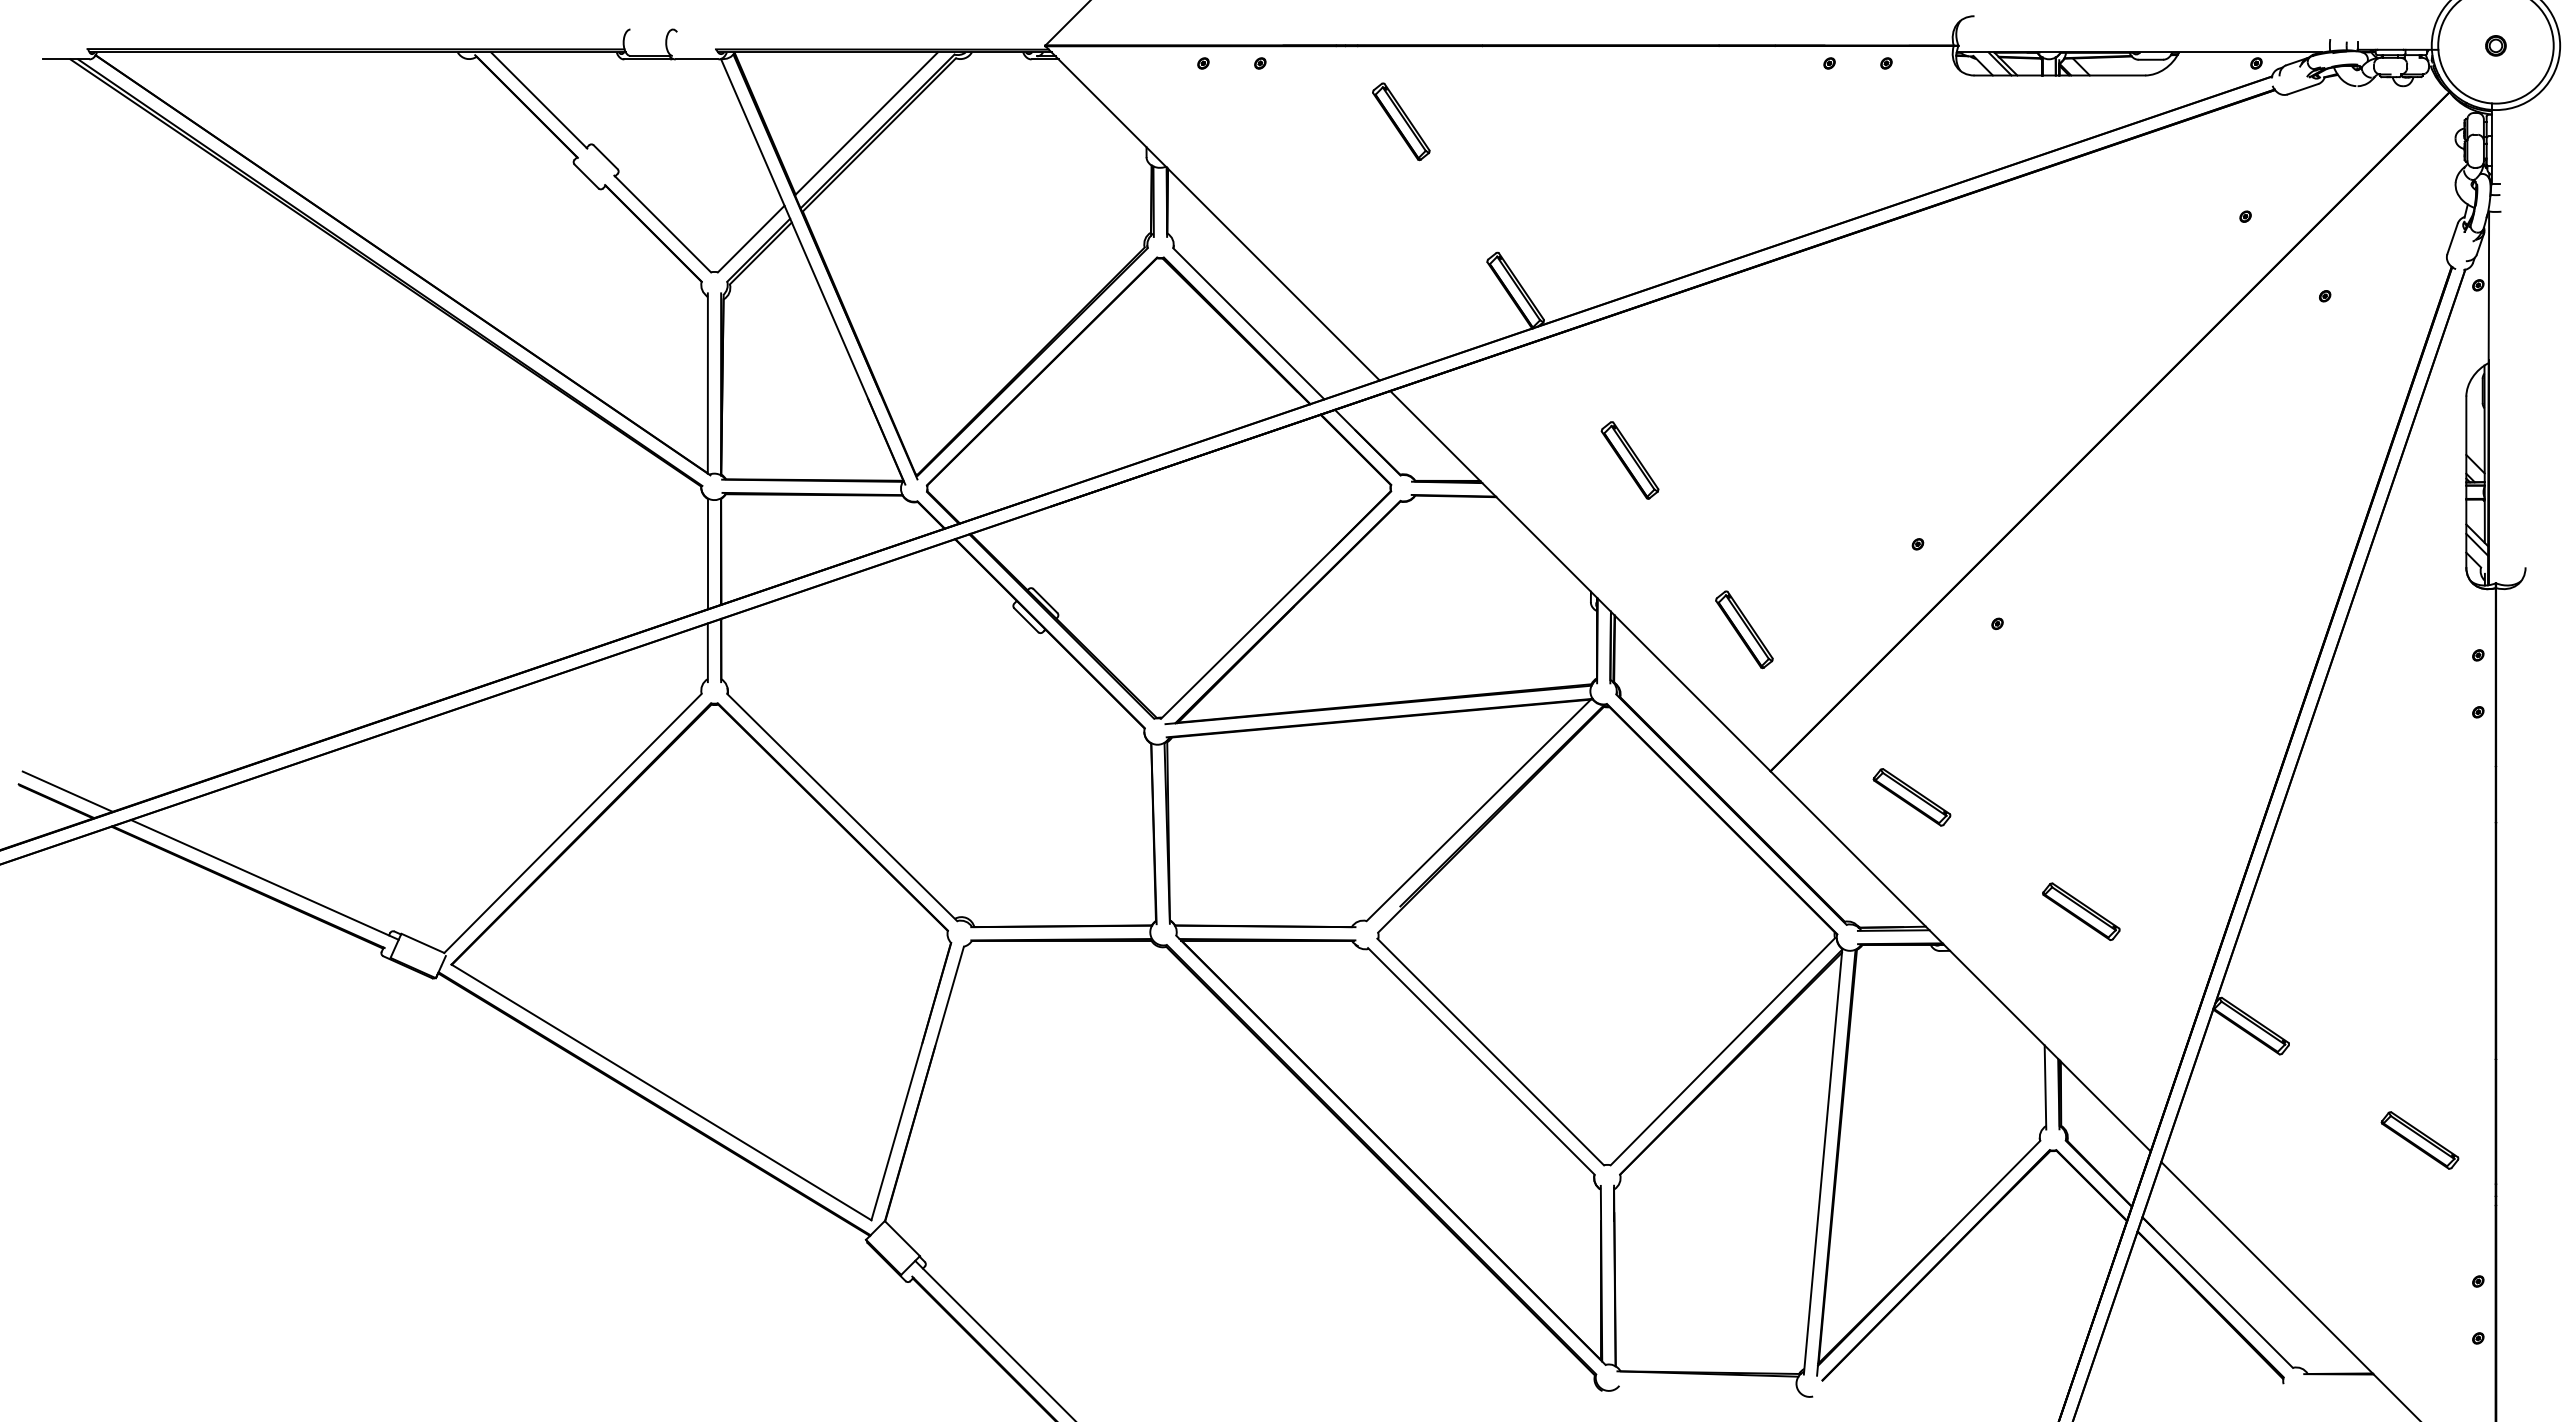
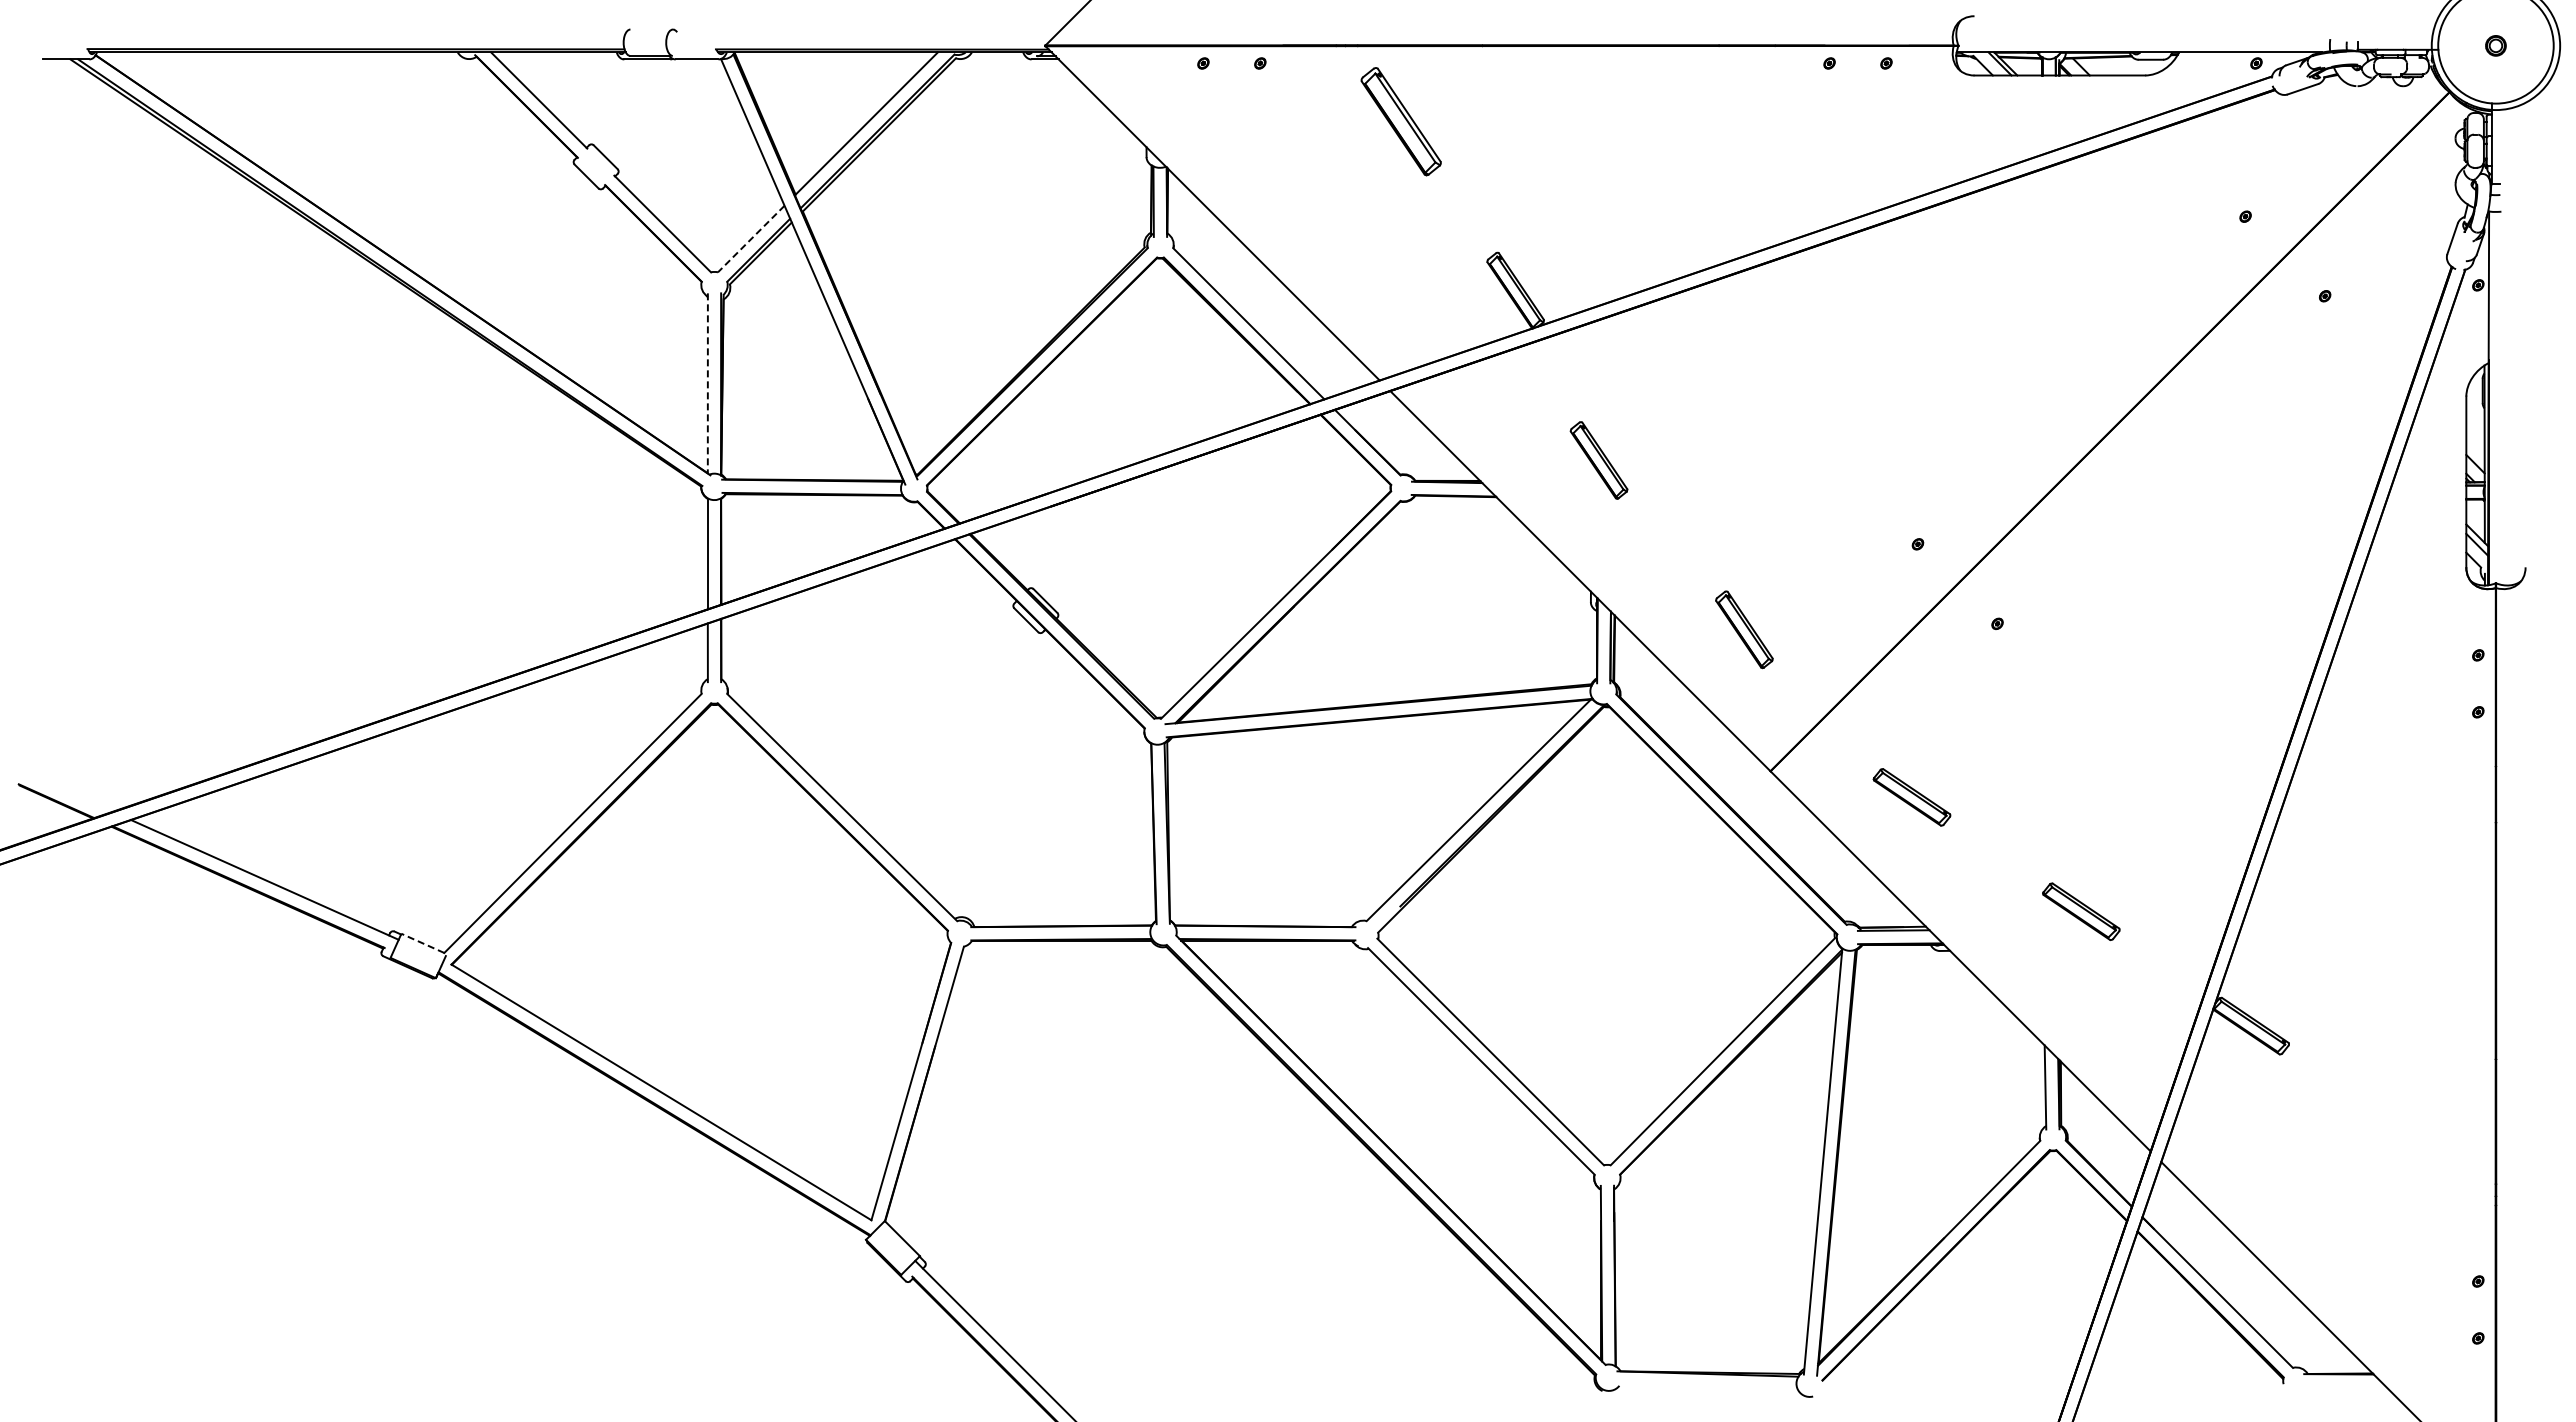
part at (1401, 121) size: 59x80 px -> 82x110 px
line at (750, 239): solid -> dashed
line at (707, 384): solid -> dashed
part at (1629, 460) position: (1629, 460) -> (1598, 460)
line at (67, 791): present -> none
line at (422, 943): solid -> dashed
part at (2419, 1140): present -> none
